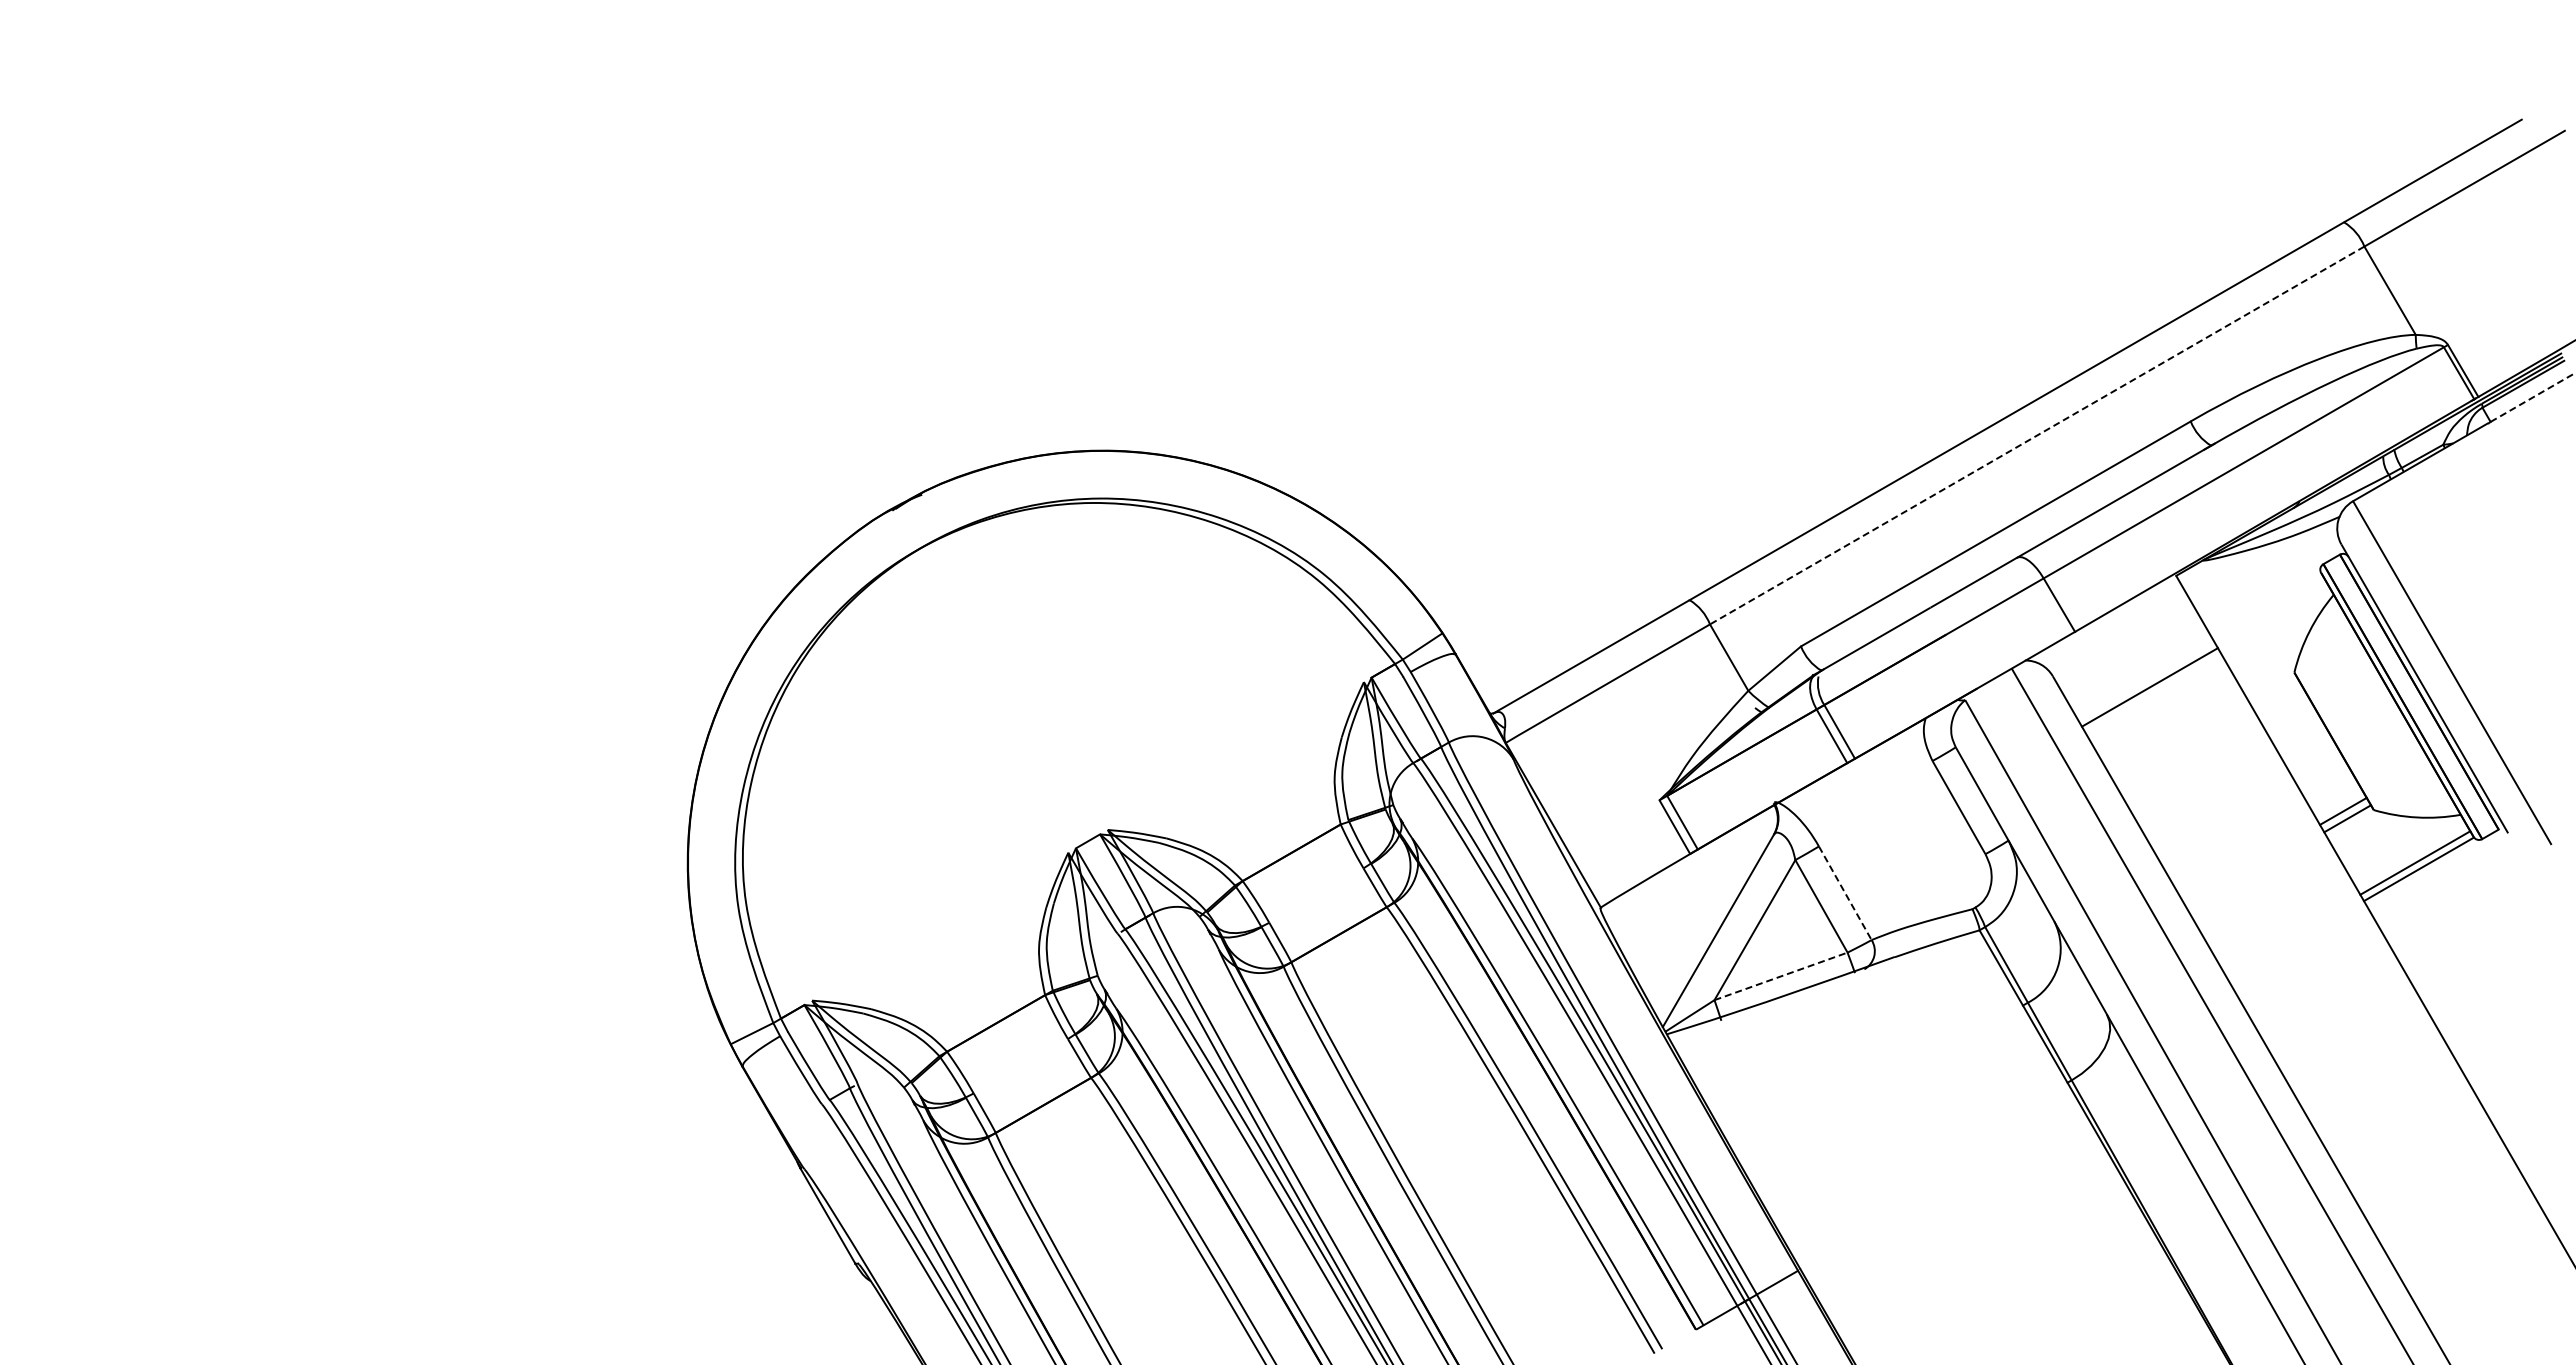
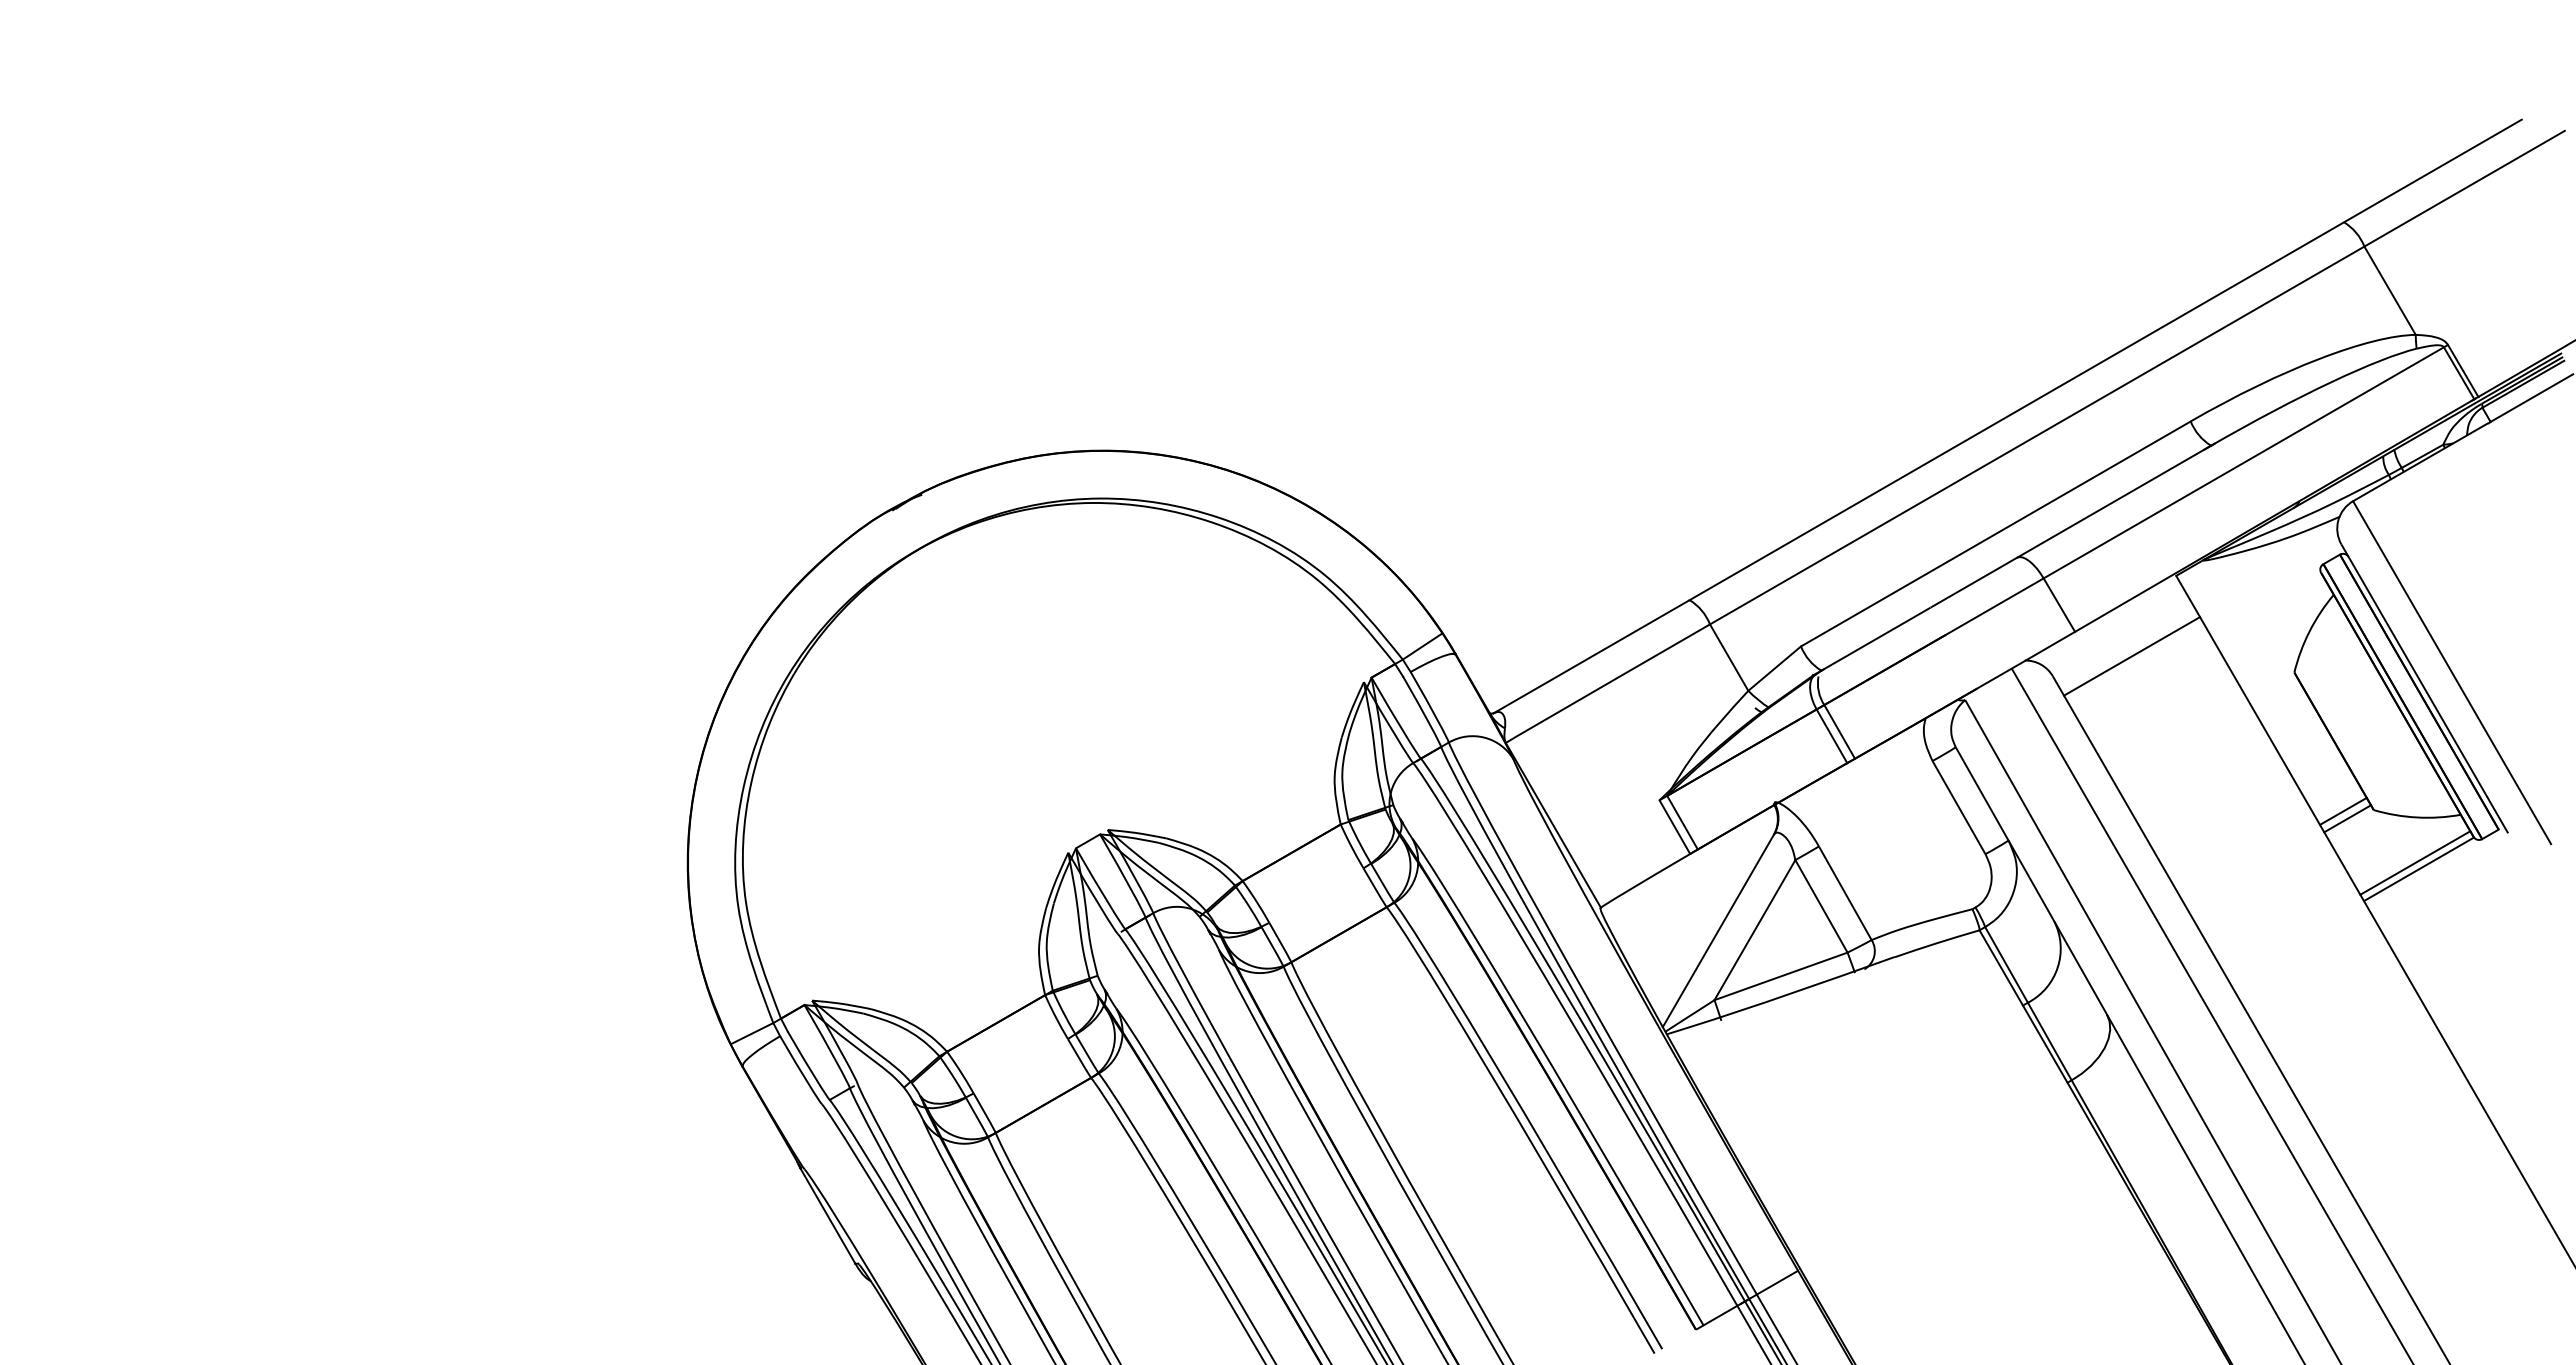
line at (2531, 398): dashed -> solid
line at (2037, 435): dashed -> solid
line at (2150, 687) position: (2150, 687) -> (2132, 656)
line at (1845, 894): dashed -> solid
line at (1781, 976): dashed -> solid
